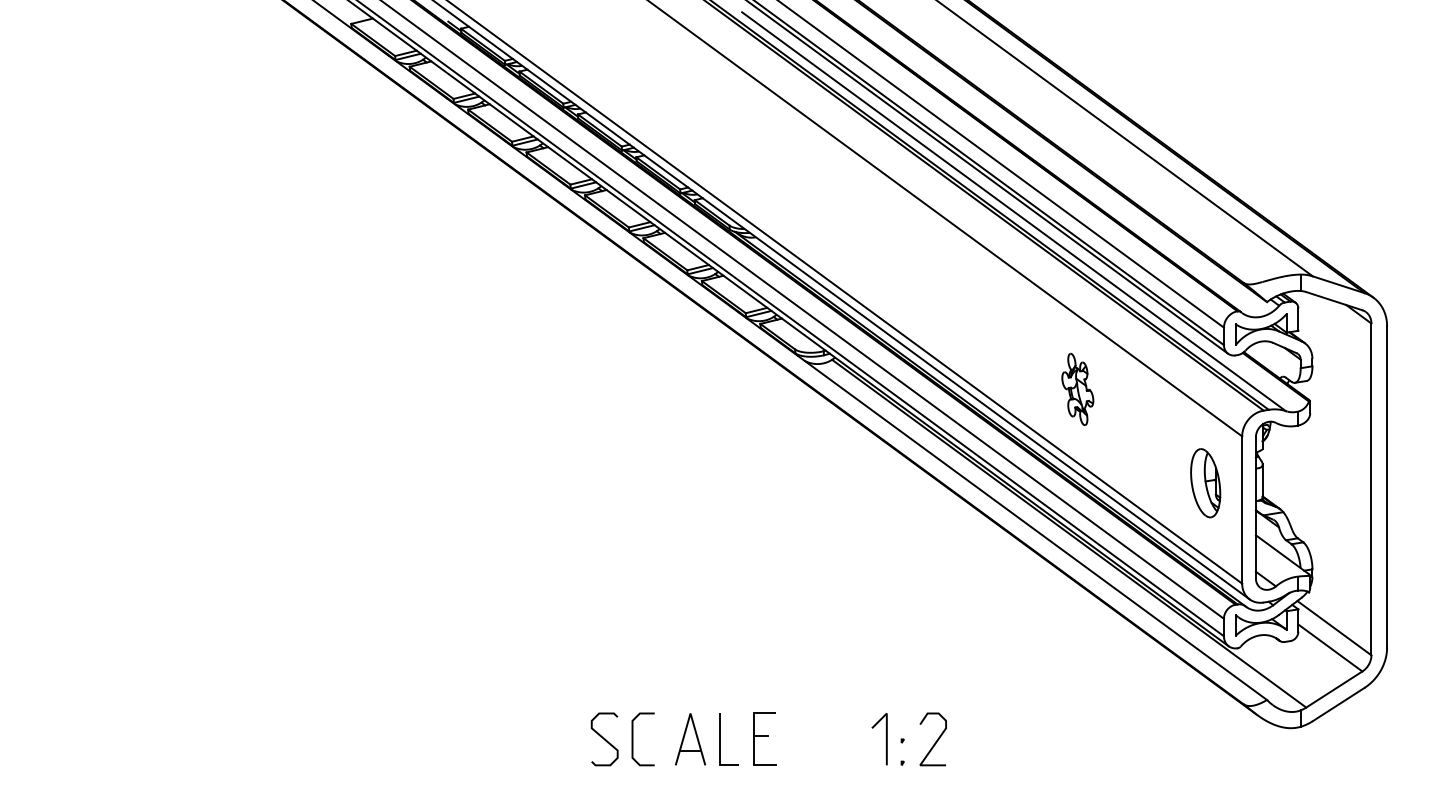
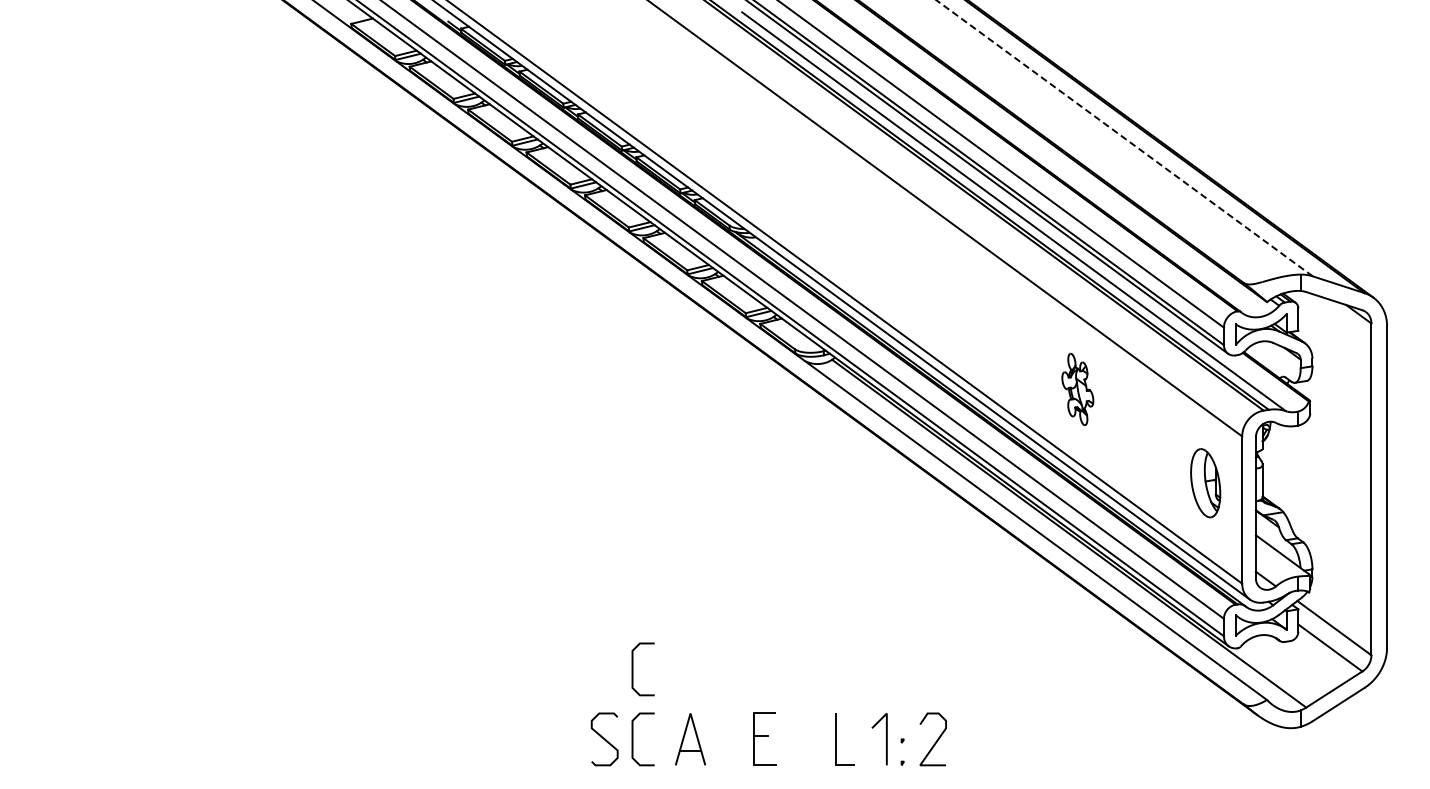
line at (1124, 137): solid -> dashed
curve at (633, 669): none -> present
line at (720, 739) position: (720, 739) -> (836, 739)
